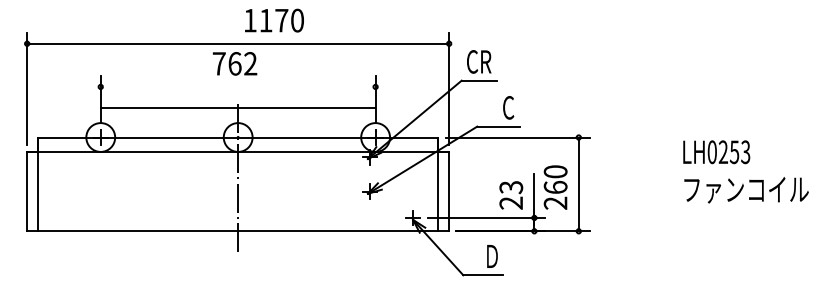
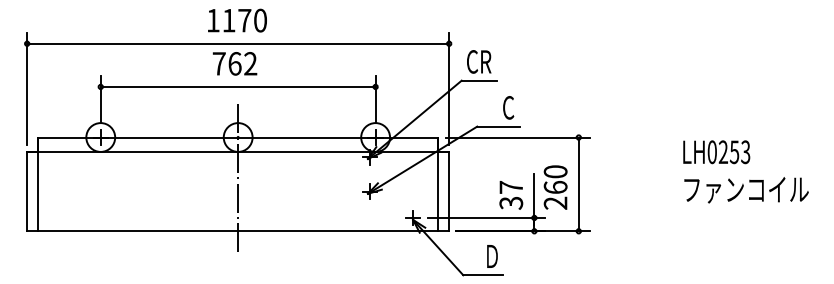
text at (274, 20) position: (274, 20) -> (237, 20)
line at (237, 107) position: (237, 107) -> (237, 86)
text at (511, 194): 23 -> 37
